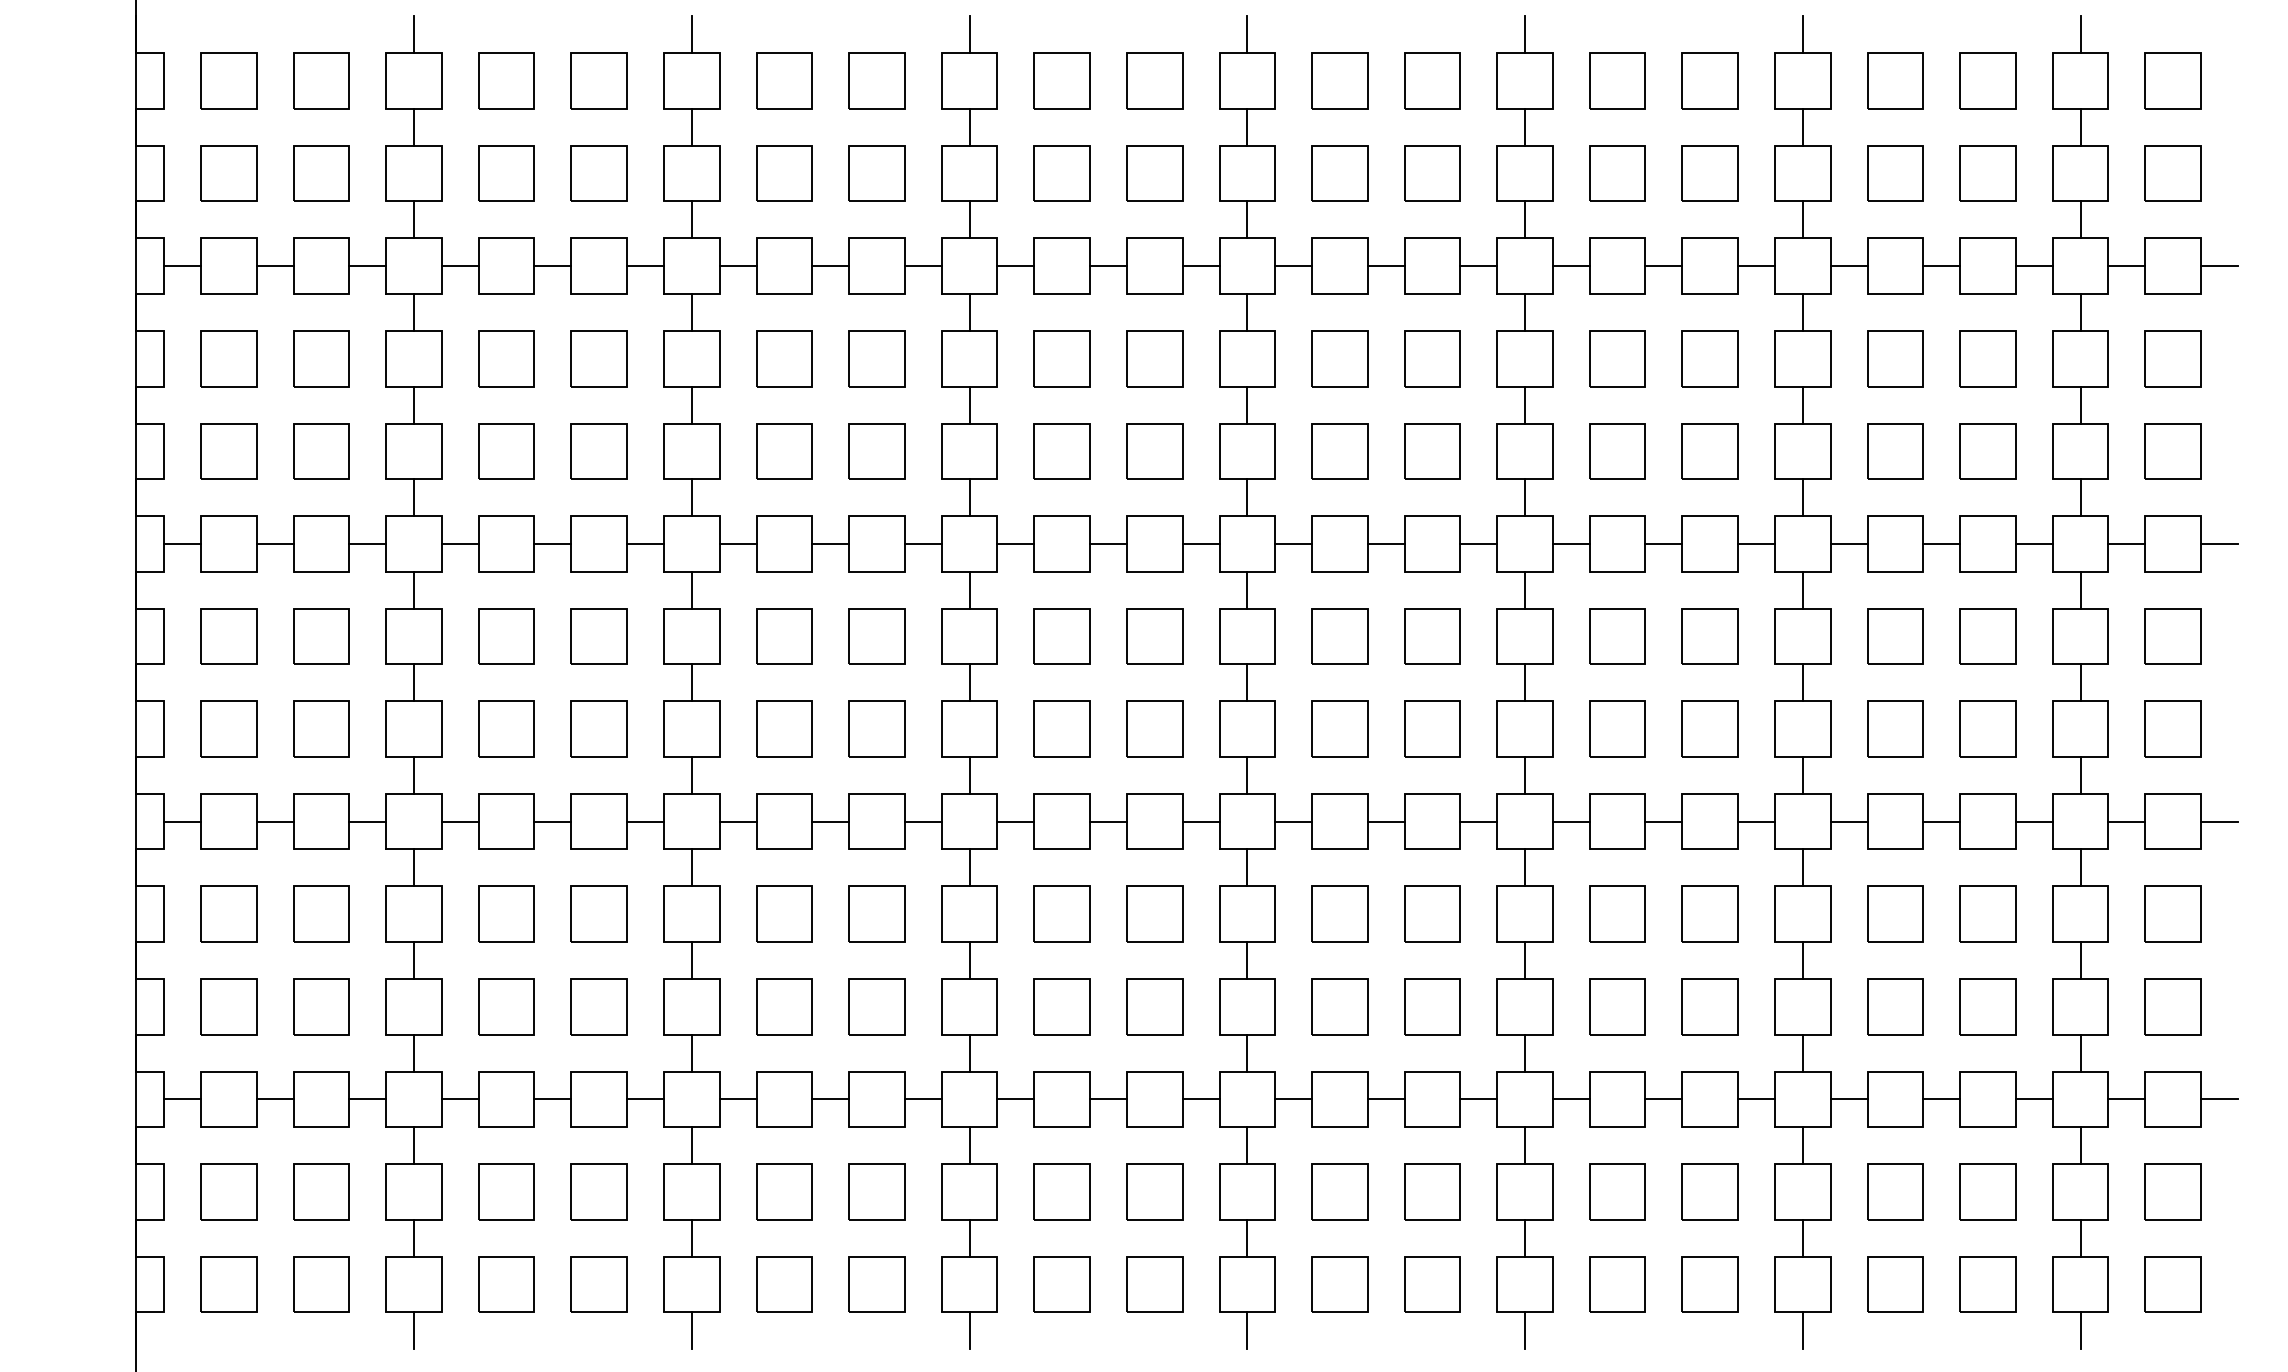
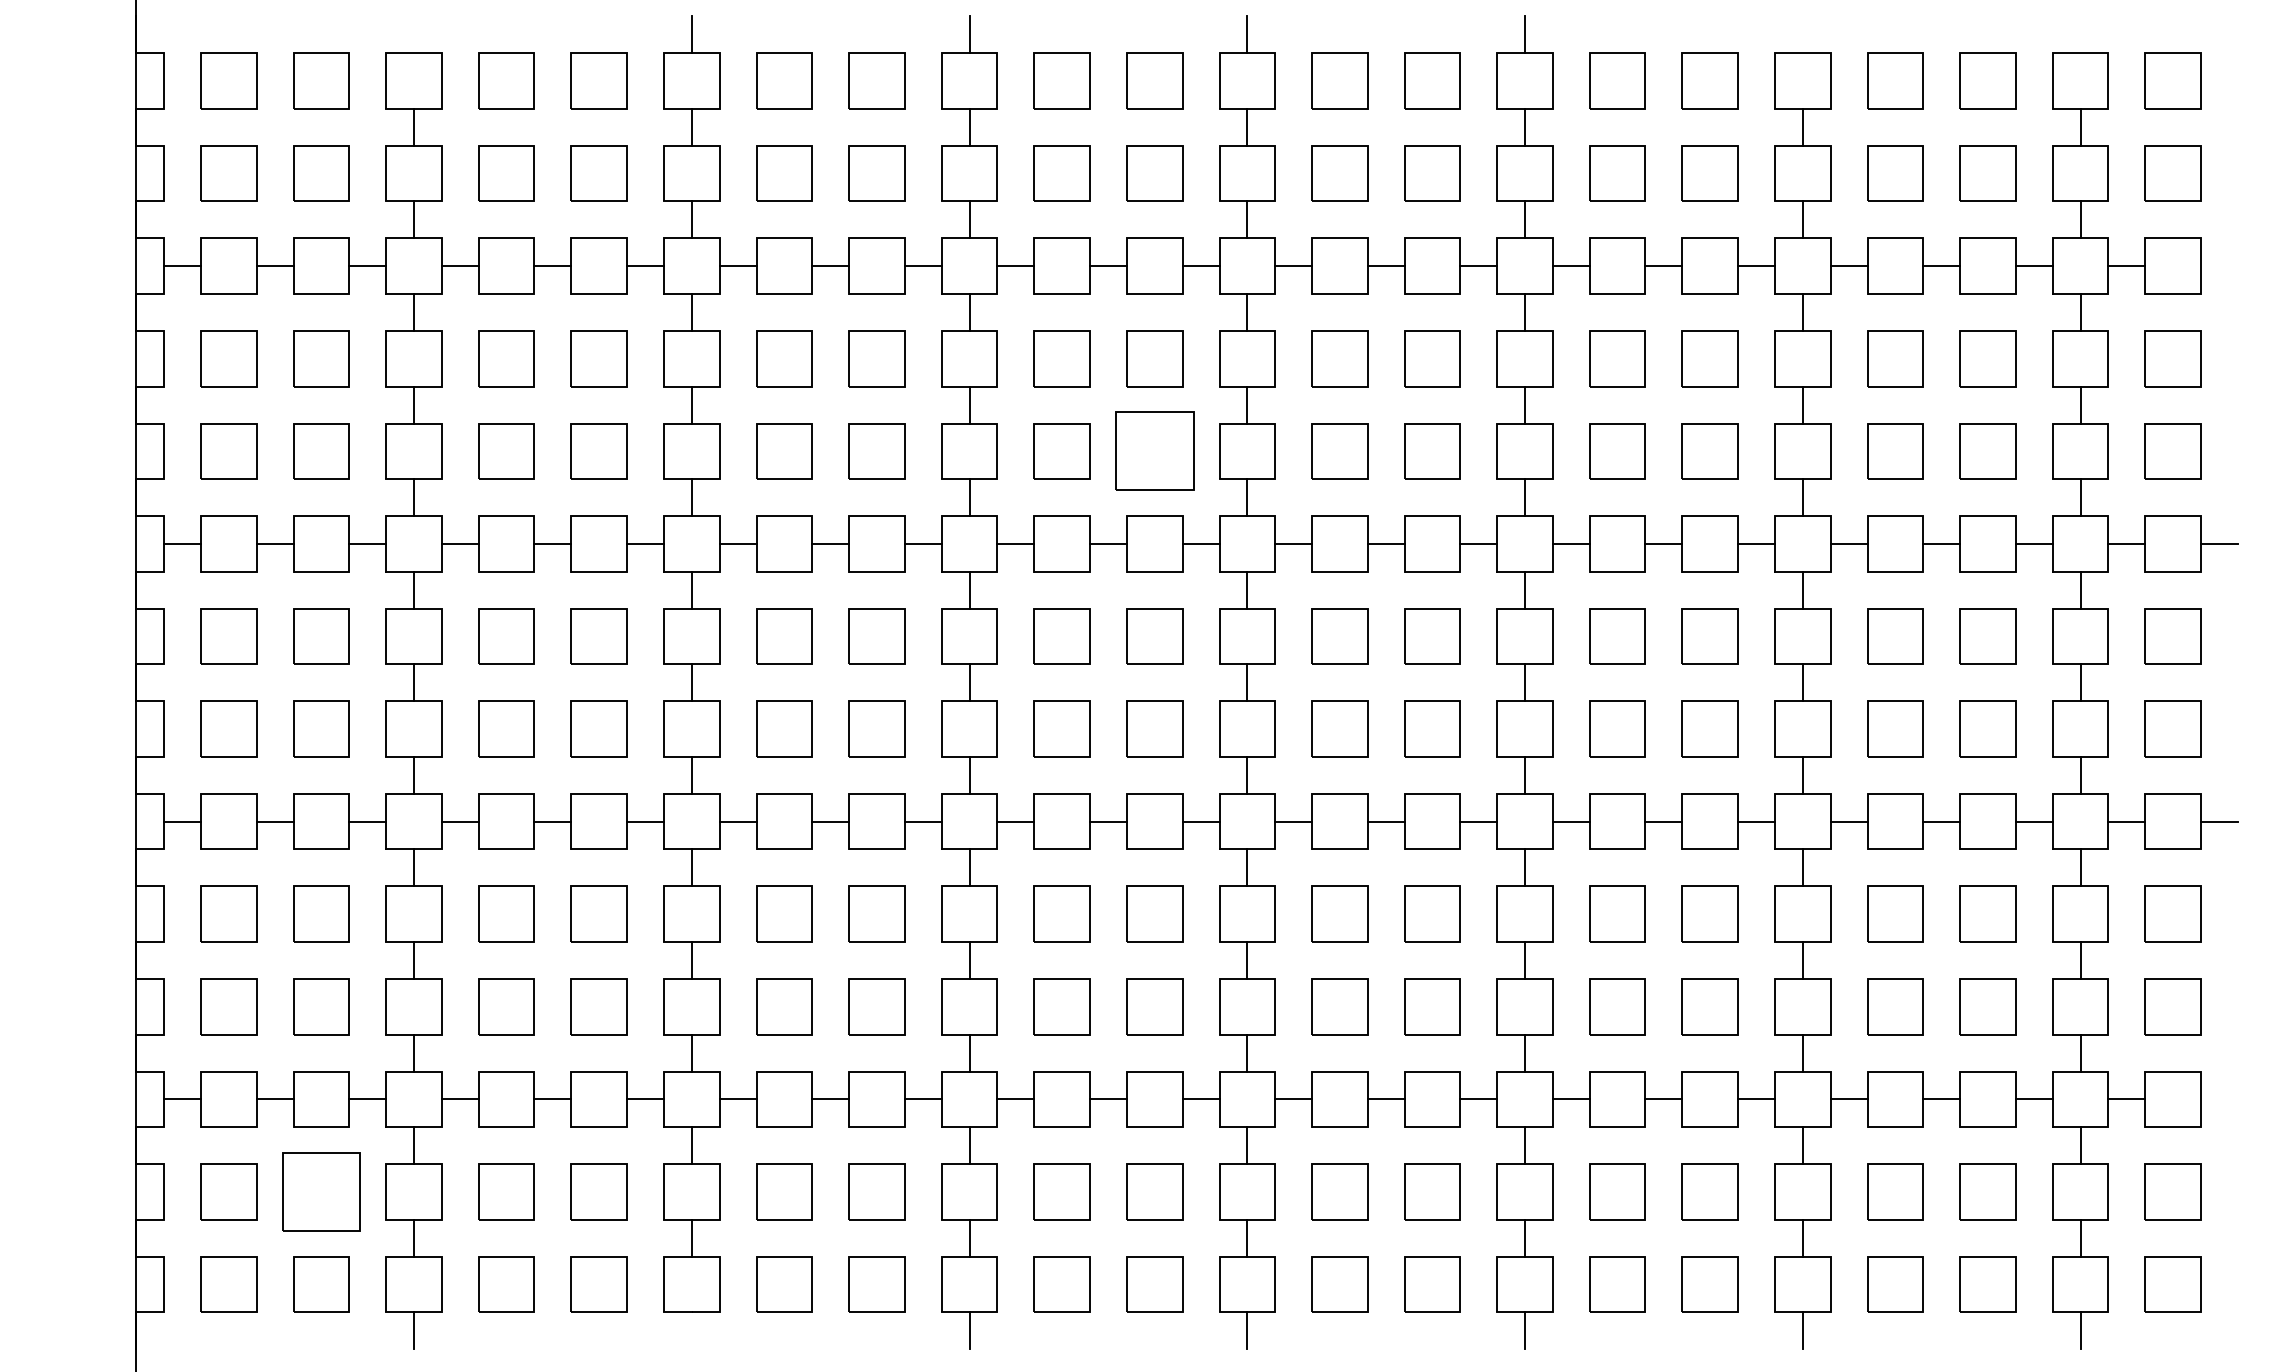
line at (414, 34): present -> none
line at (1802, 34): present -> none
line at (2080, 34): present -> none
line at (2218, 266): present -> none
part at (1154, 451) size: 58x57 px -> 80x80 px
line at (2218, 1099): present -> none
part at (321, 1191) size: 57x58 px -> 79x80 px
line at (691, 1330): present -> none
